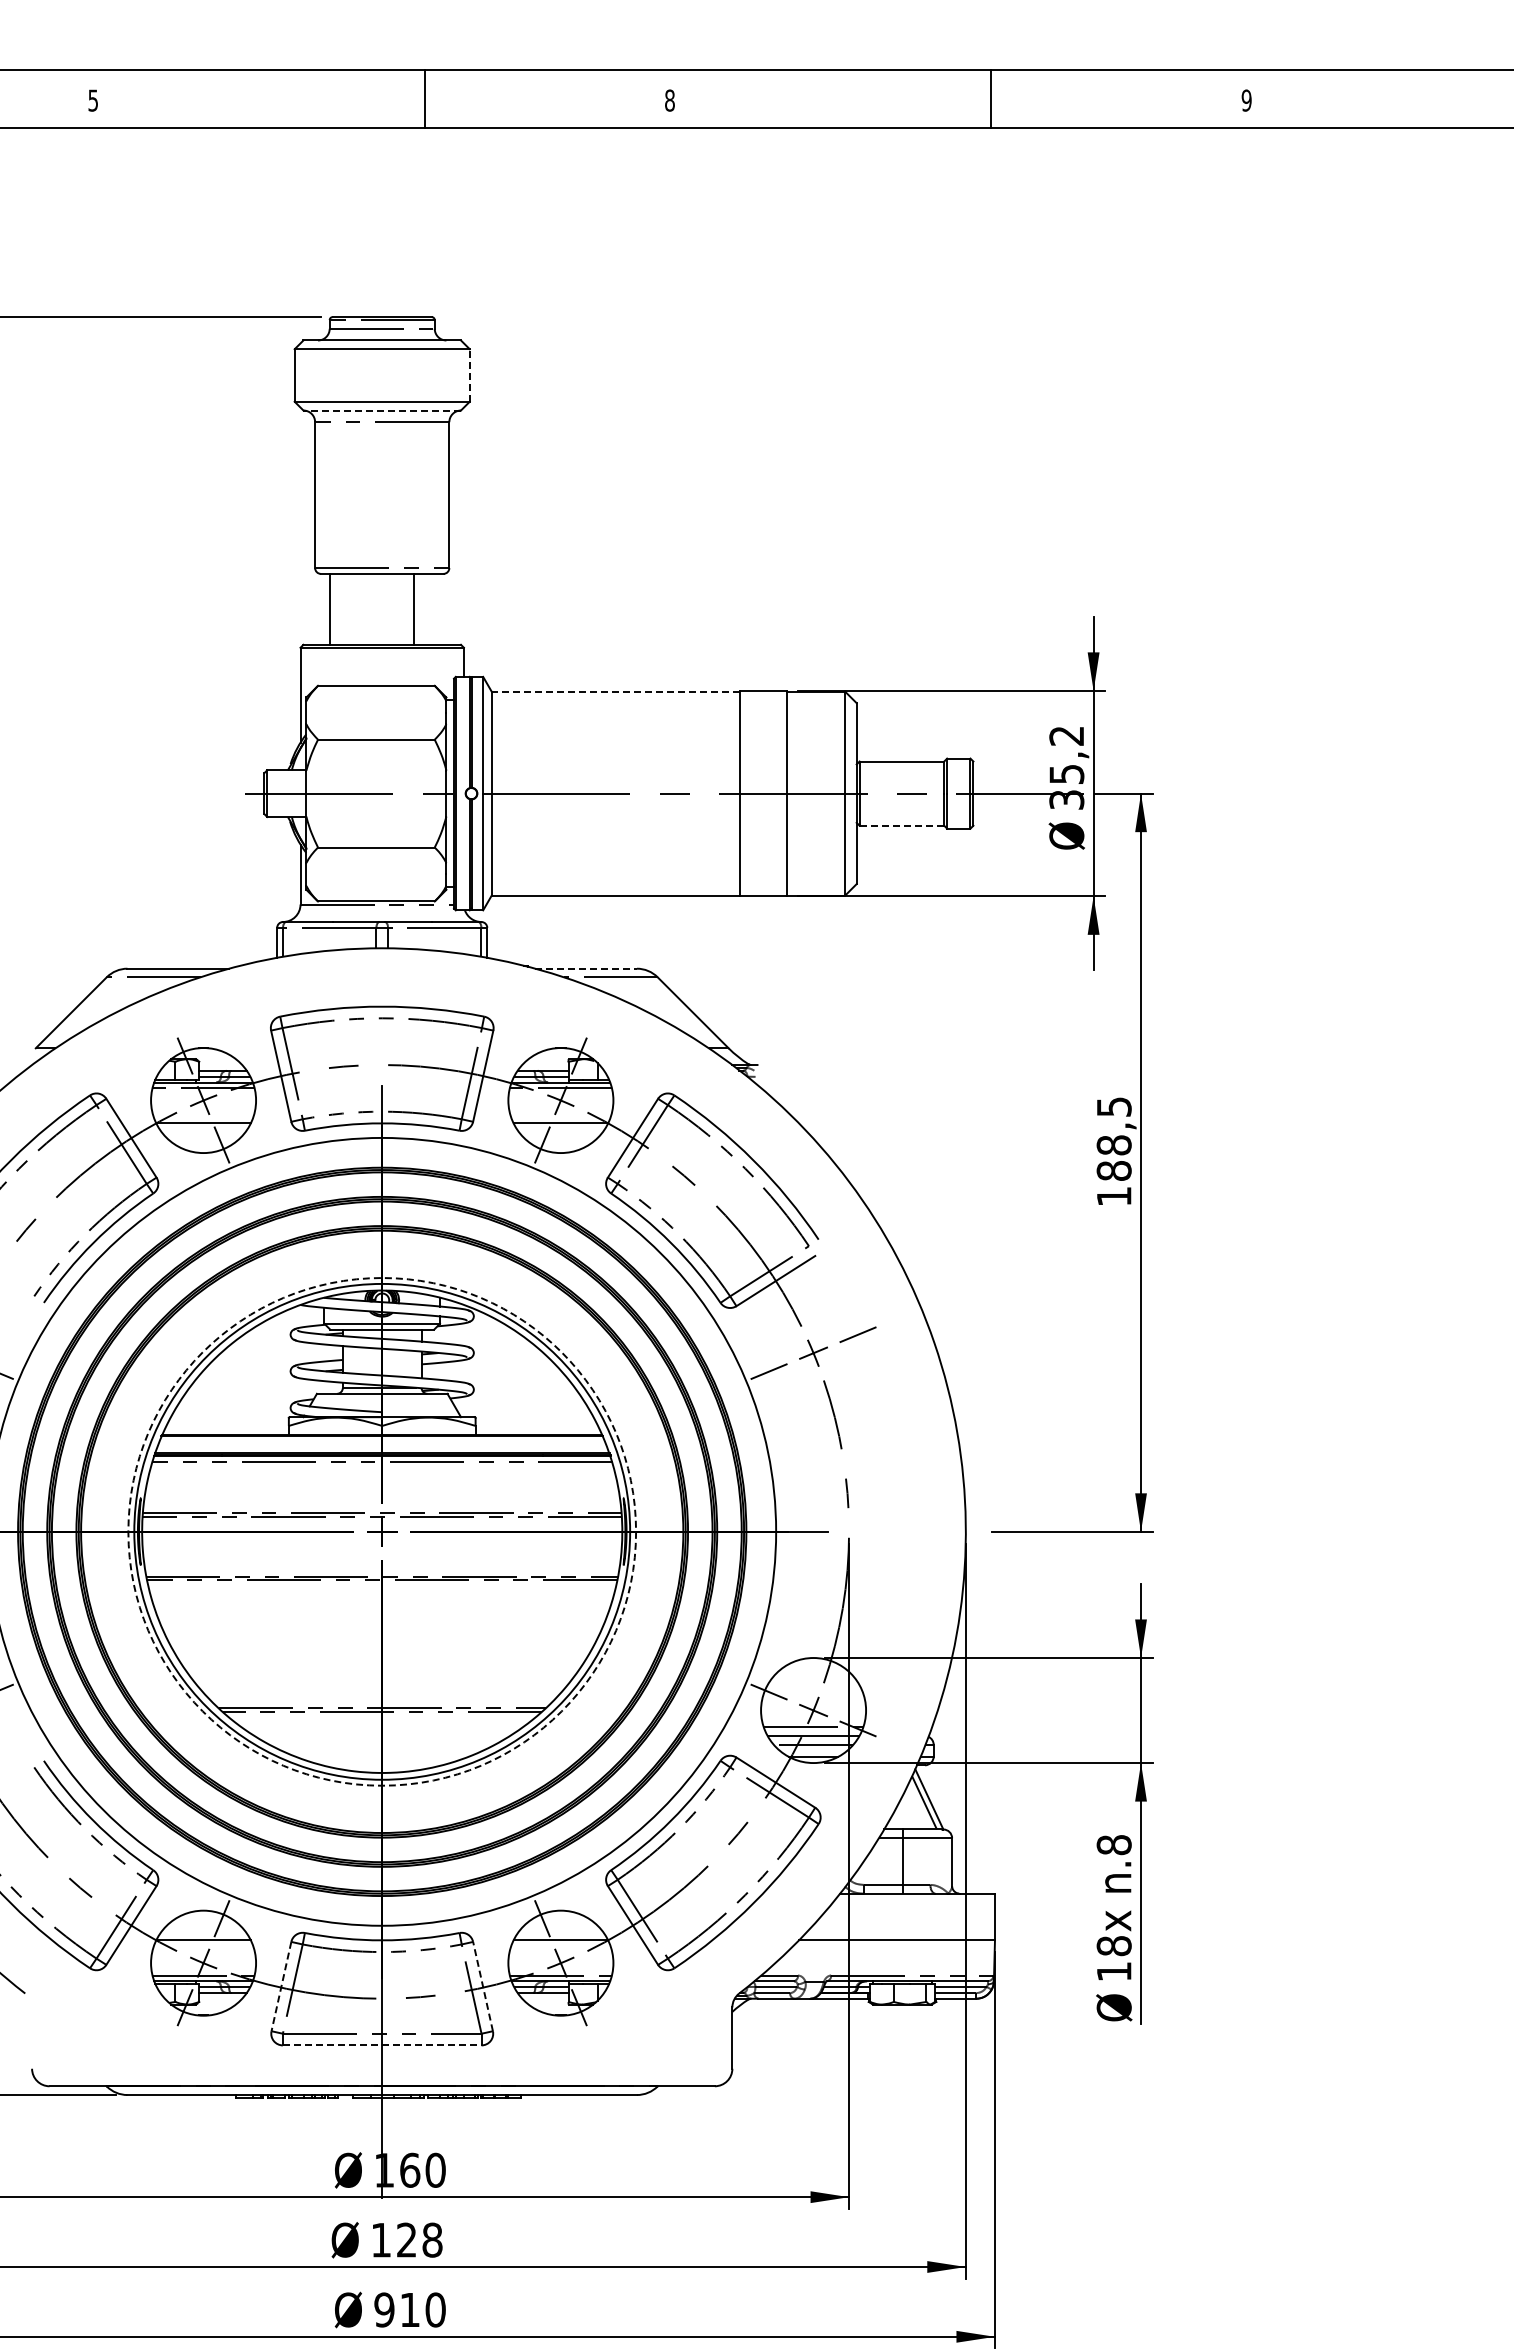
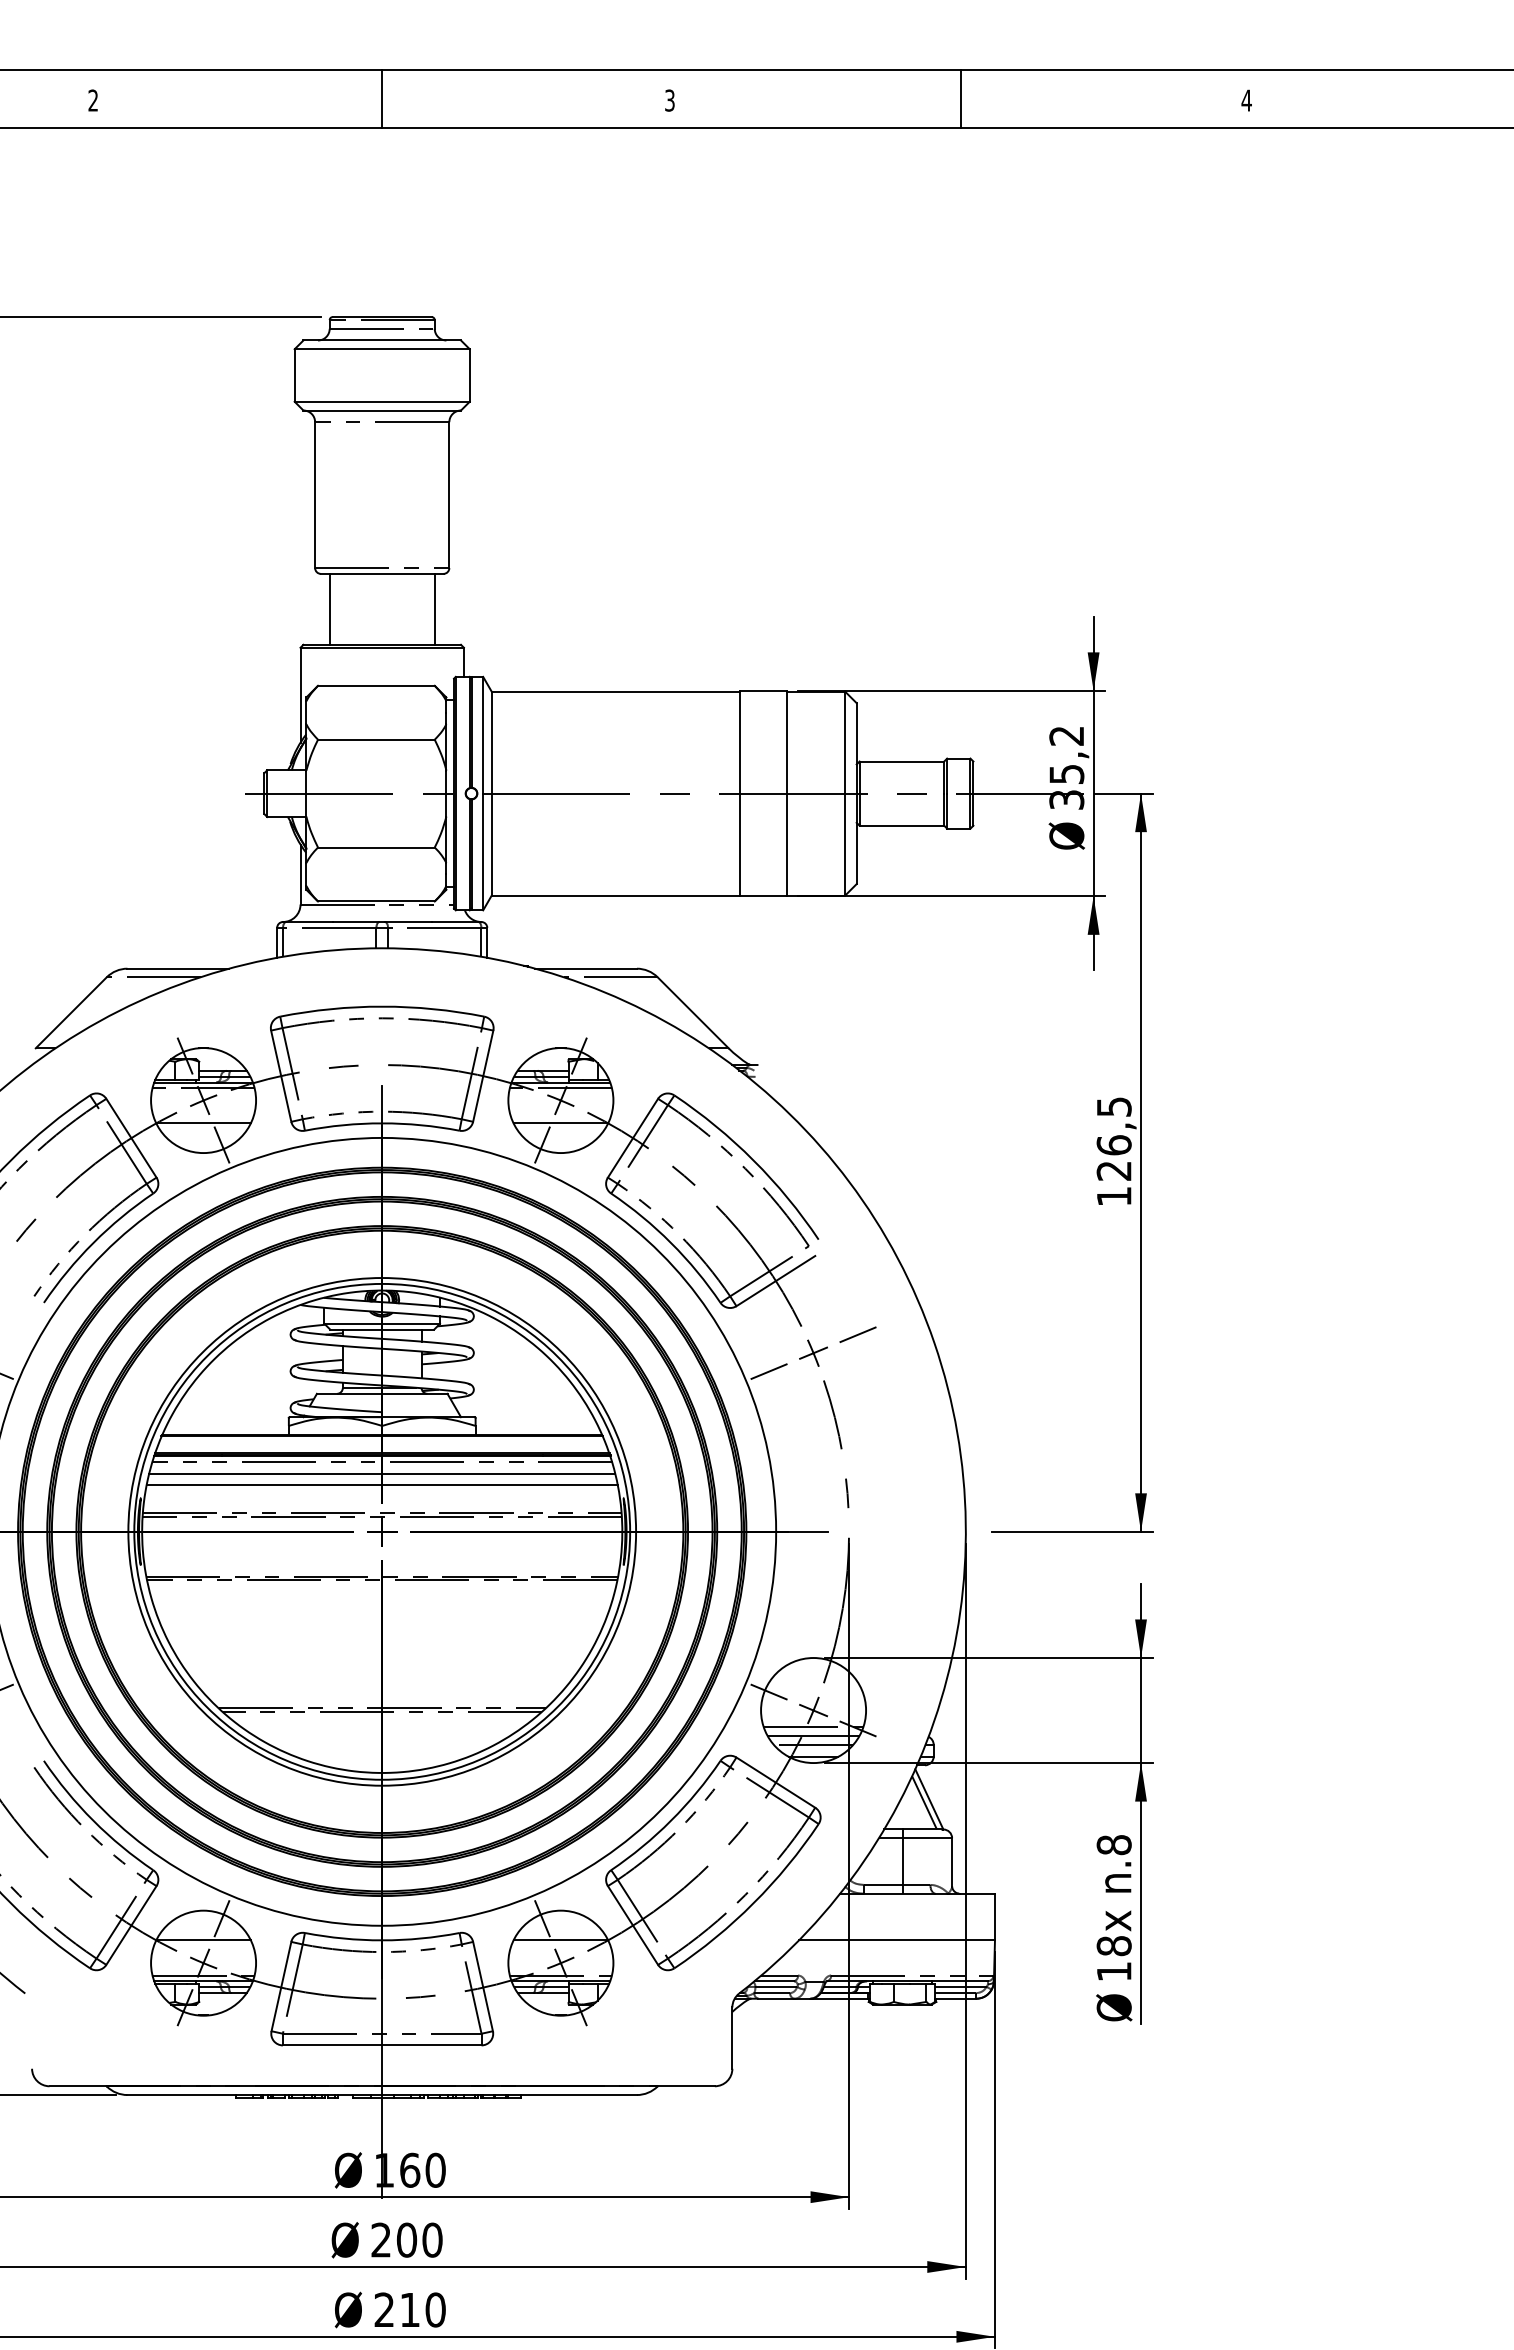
line at (424, 99) position: (424, 99) -> (381, 99)
line at (990, 99) position: (990, 99) -> (960, 99)
text at (92, 100): 5 -> 2
text at (669, 100): 8 -> 3
text at (1246, 100): 9 -> 4
line at (469, 375): dashed -> solid
line at (382, 410): dashed -> solid
line at (413, 608) position: (413, 608) -> (434, 608)
line at (615, 691): dashed -> solid
line at (902, 825): dashed -> solid
line at (586, 968): dashed -> solid
text at (1113, 1157): 188,5 -> 126,5
line at (382, 1473): none -> present
line at (382, 1485): none -> present
circle at (382, 1531): dashed -> solid
line at (281, 1986): dashed -> solid
line at (483, 1986): dashed -> solid
line at (382, 2045): dashed -> solid
text at (406, 2239): 128 -> 200
text at (384, 2309): 910 -> 210
